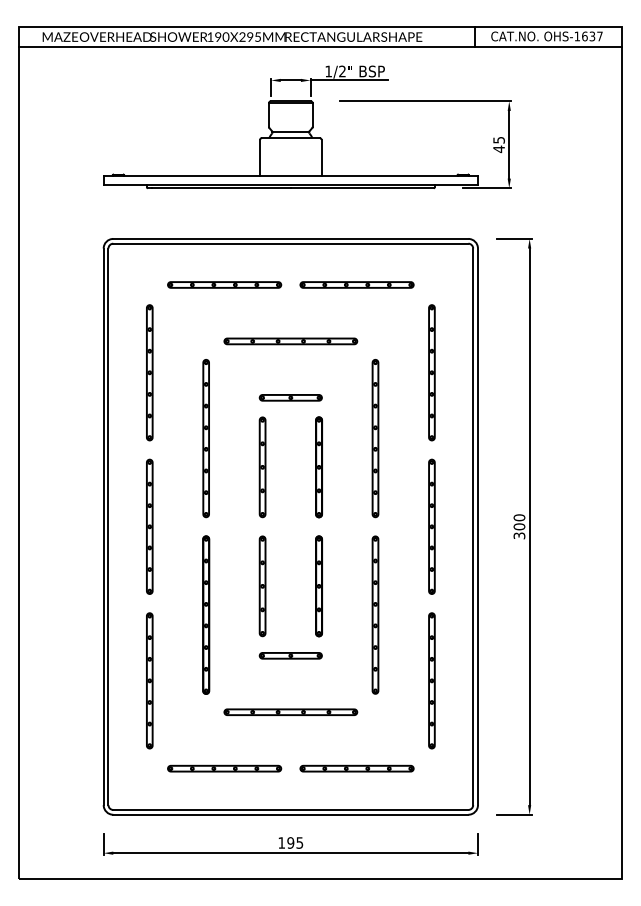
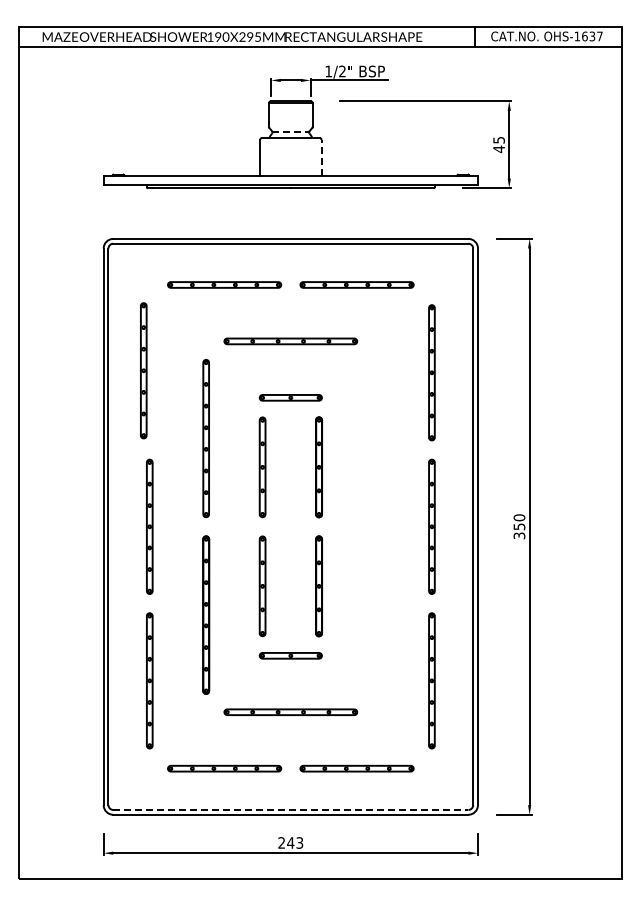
line at (291, 132): solid -> dashed
line at (321, 157): solid -> dashed
part at (149, 372) position: (149, 372) -> (143, 370)
part at (375, 438): present -> none
text at (519, 526): 300 -> 350
part at (375, 614): present -> none
line at (290, 809): solid -> dashed
text at (290, 842): 195 -> 243
